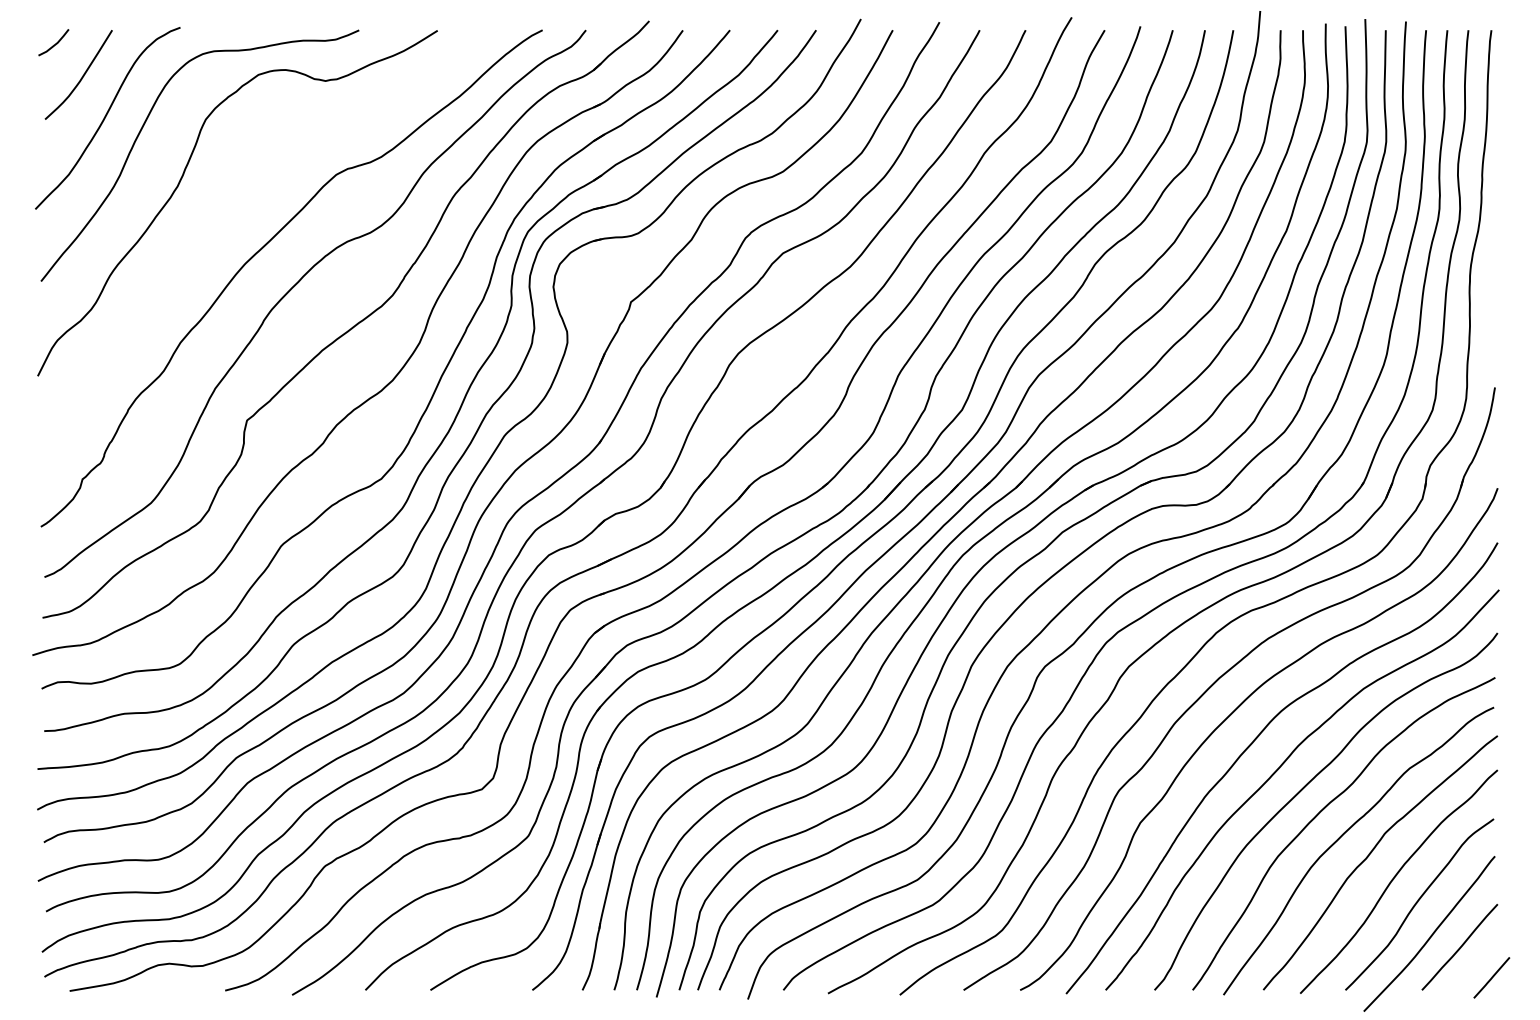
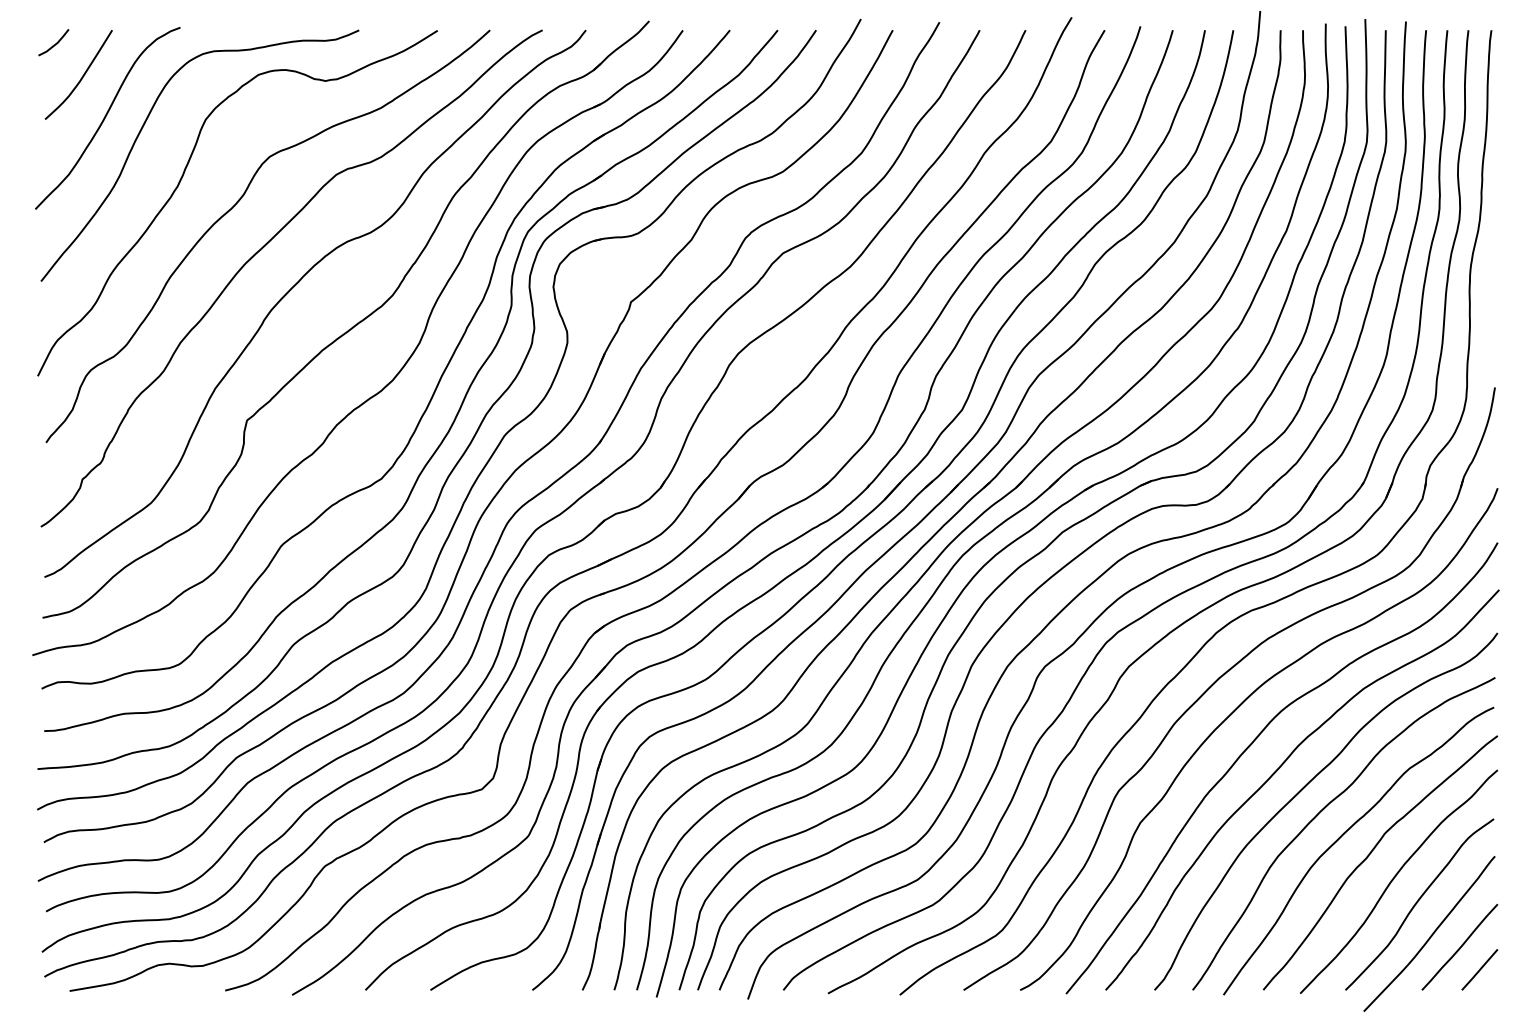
curve at (233, 208): none -> present
line at (1491, 977) position: (1491, 977) -> (1479, 969)
